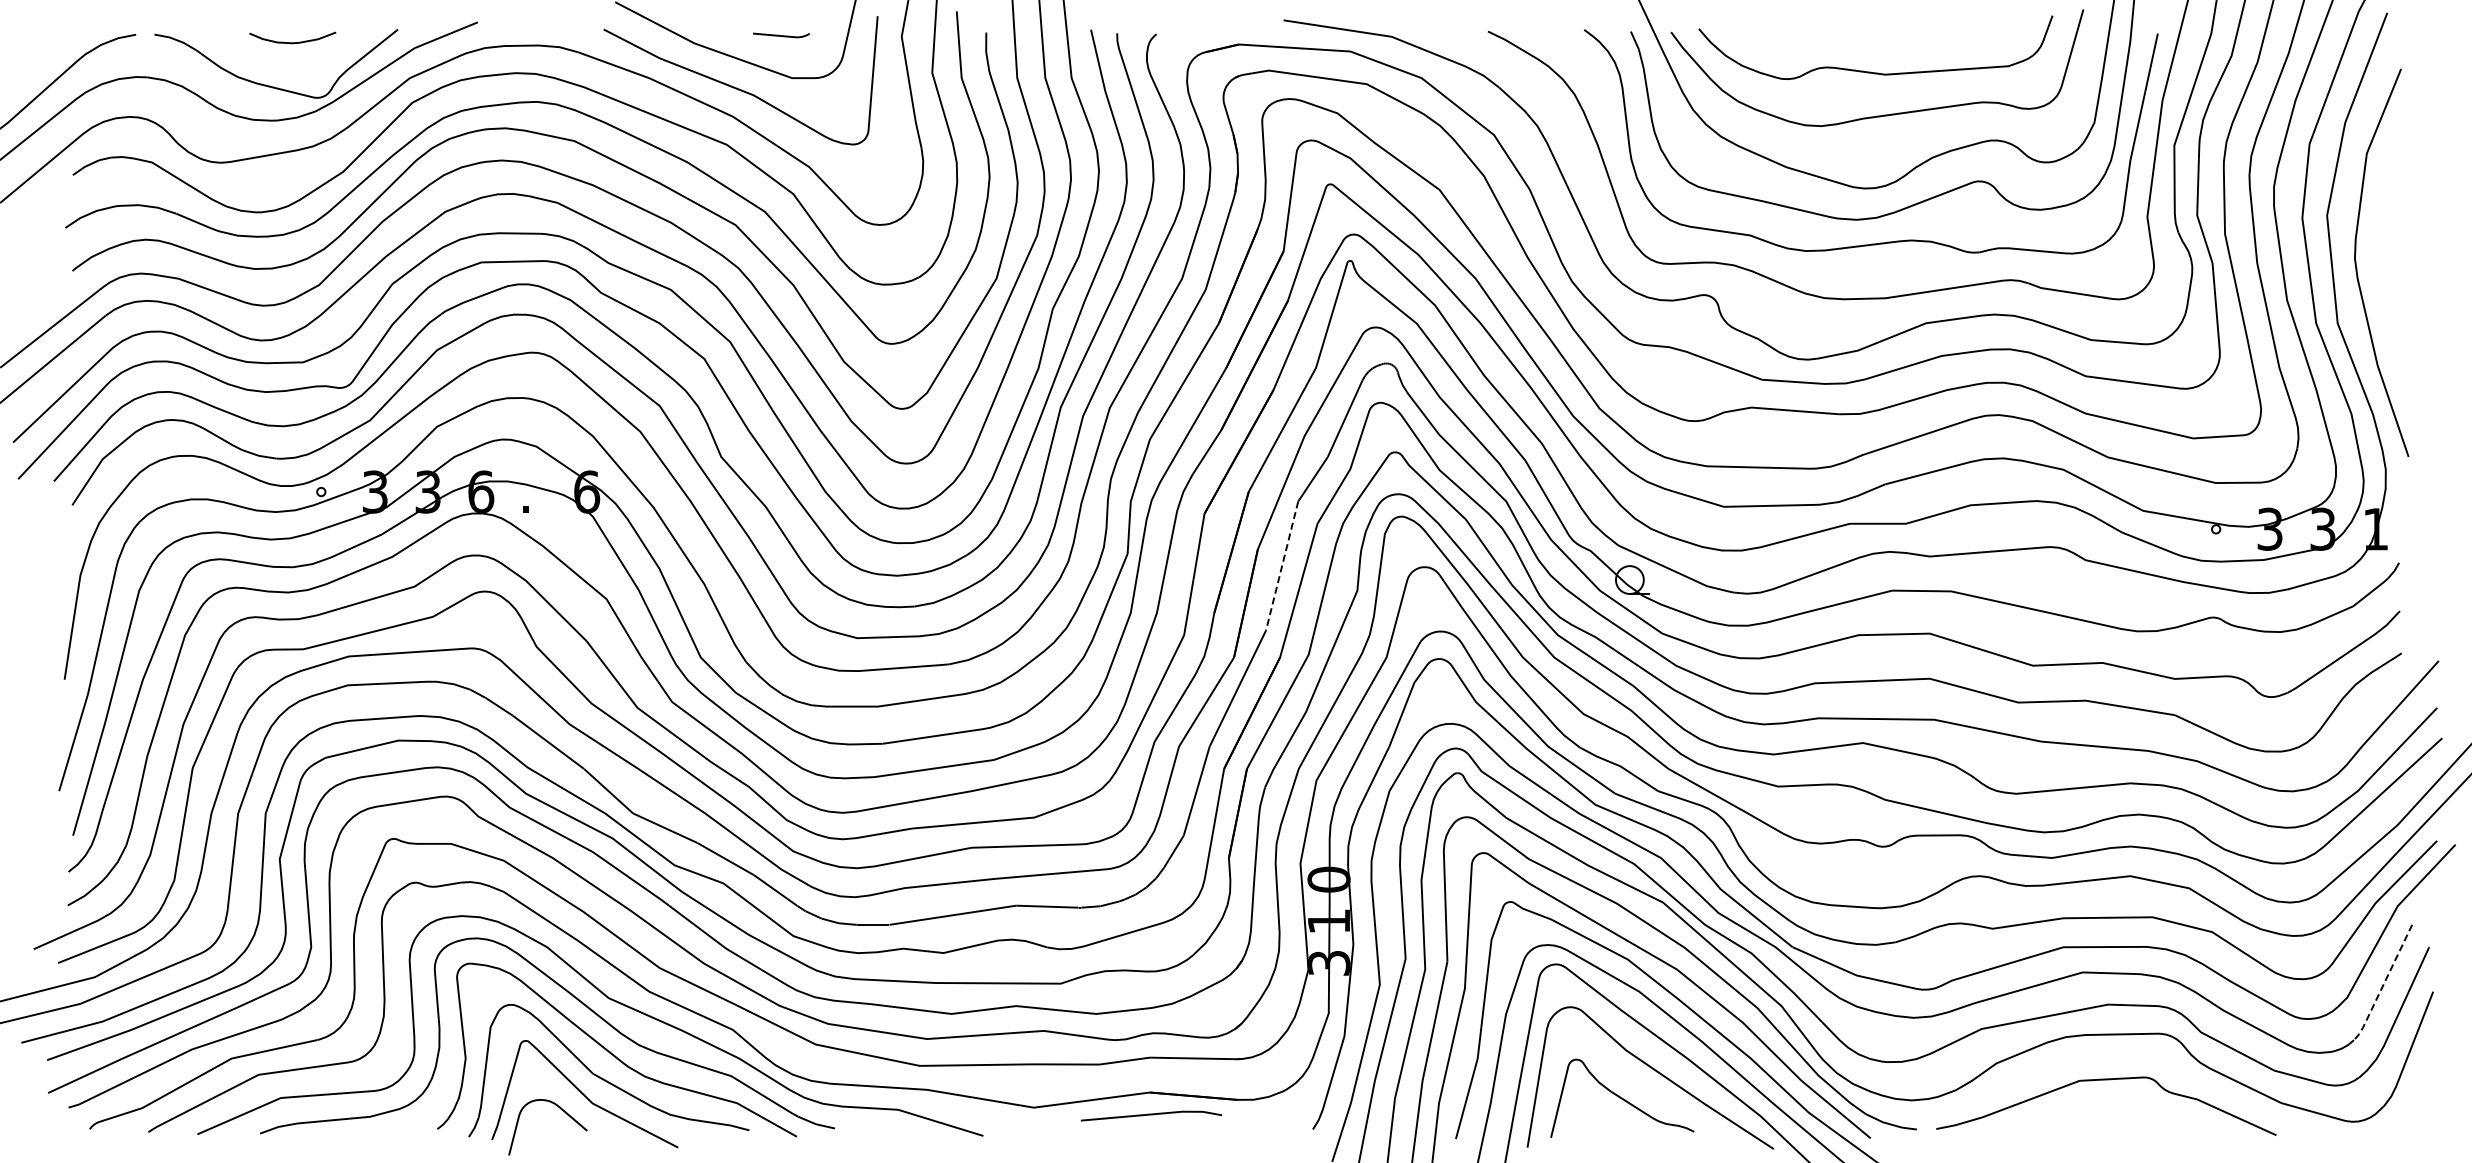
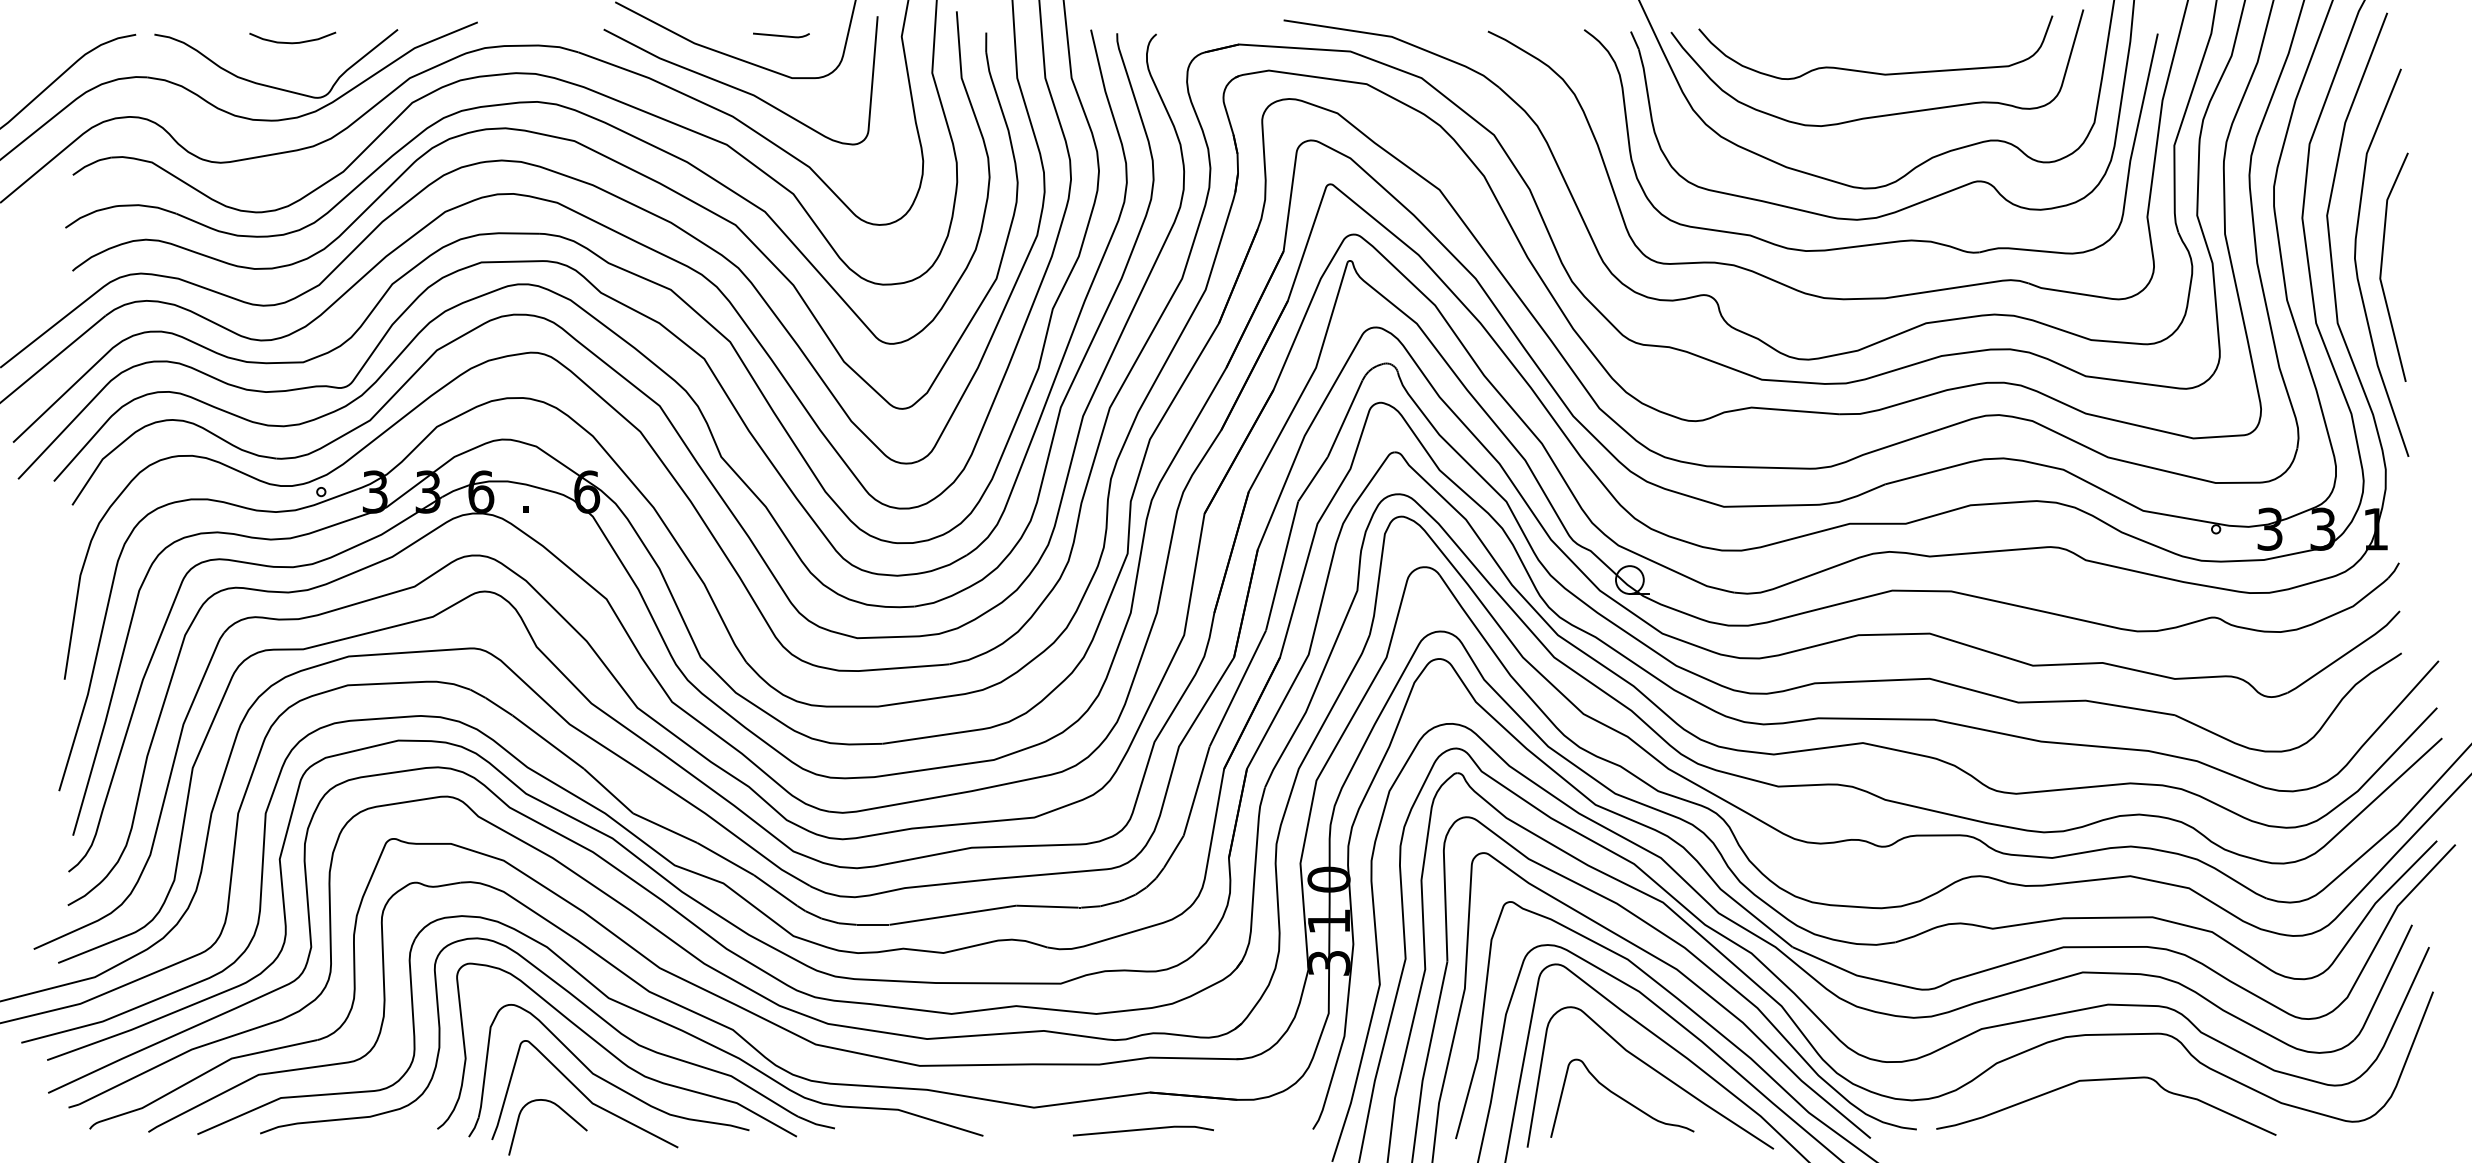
line at (2382, 266): none -> present
line at (1282, 566): dashed -> solid
line at (2383, 984): dashed -> solid
line at (1150, 1115) position: (1150, 1115) -> (1142, 1130)
